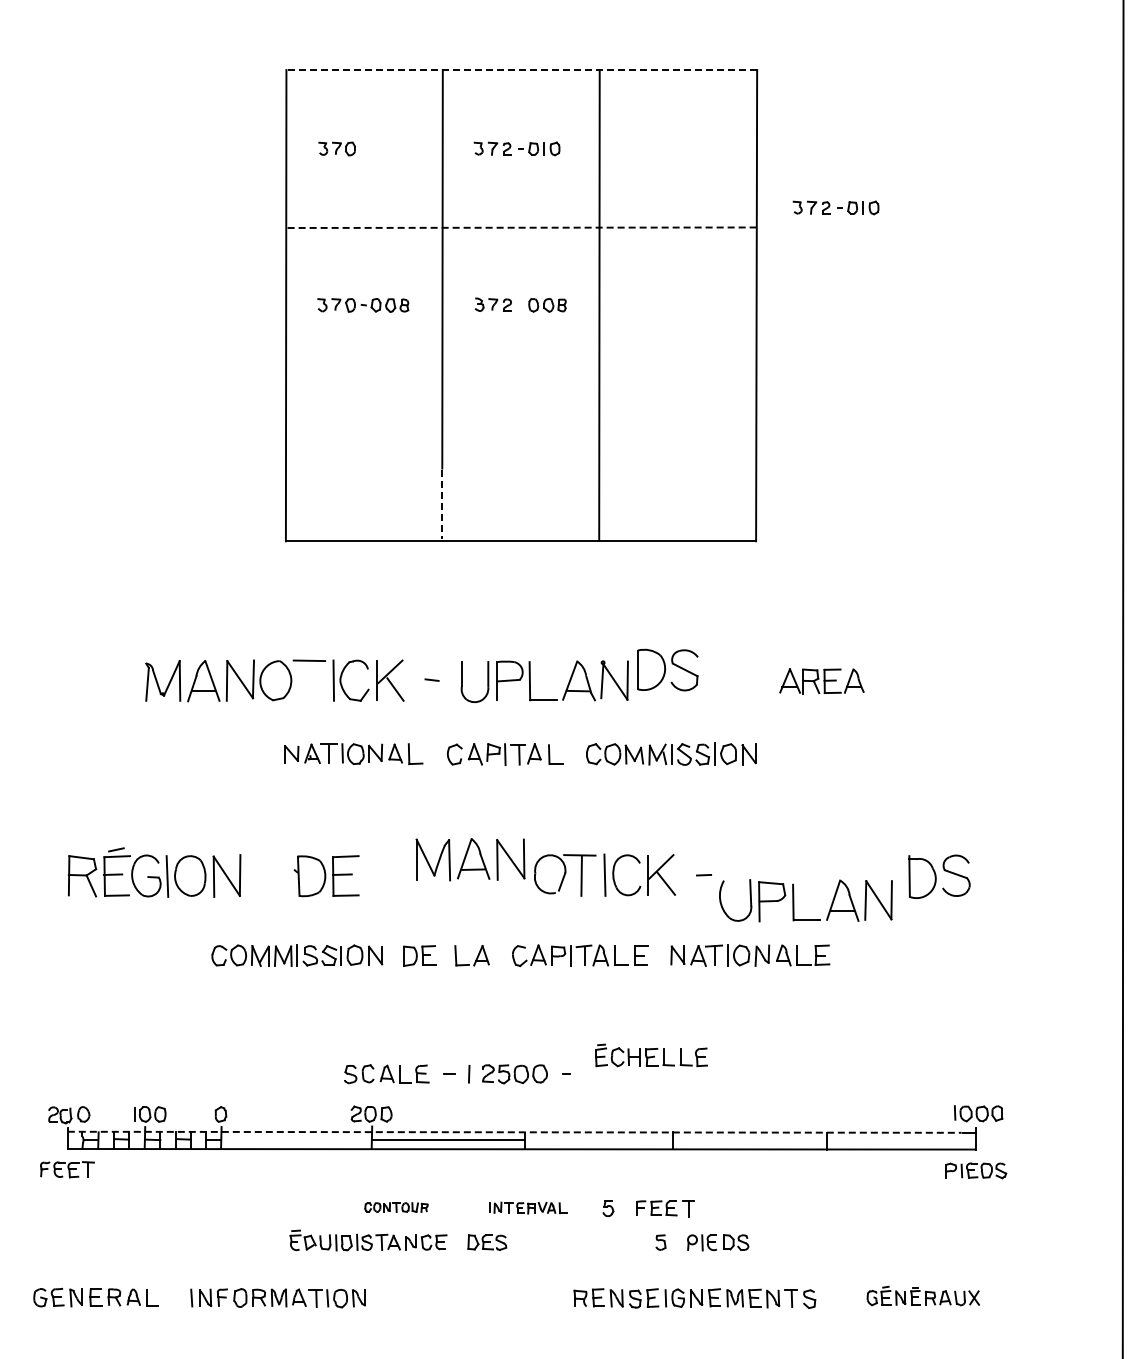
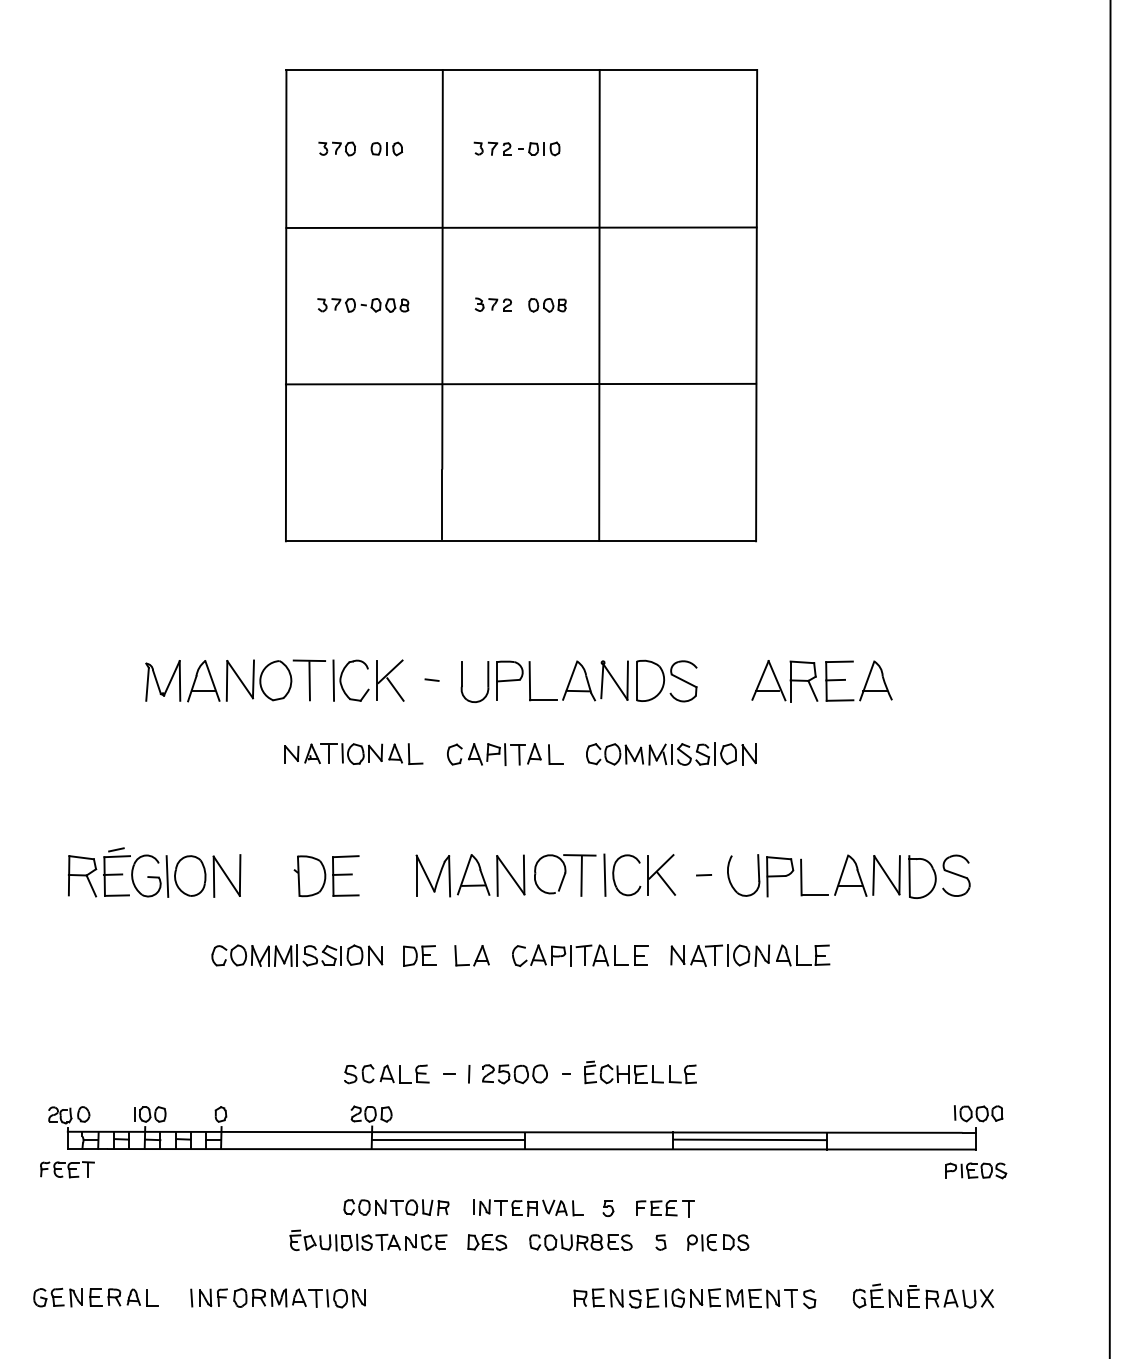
line at (521, 70): dashed -> solid
part at (386, 148): none -> present
part at (835, 207): present -> none
line at (521, 227): dashed -> solid
line at (520, 383): none -> present
line at (442, 504): dashed -> solid
part at (667, 669) position: (667, 669) -> (666, 680)
line at (1122, 678) position: (1122, 678) -> (1109, 678)
line at (309, 681): none -> present
part at (821, 681) size: 86x27 px -> 142x43 px
part at (470, 859) position: (470, 859) -> (470, 875)
part at (794, 900) position: (794, 900) -> (802, 875)
part at (651, 1055) position: (651, 1055) -> (640, 1072)
line at (514, 1132): dashed -> solid
line at (749, 1139): none -> present
part at (396, 1207) size: 65x11 px -> 107x17 px
part at (528, 1207) size: 79x14 px -> 111x18 px
part at (580, 1241): none -> present
part at (922, 1295) size: 114x22 px -> 142x26 px
